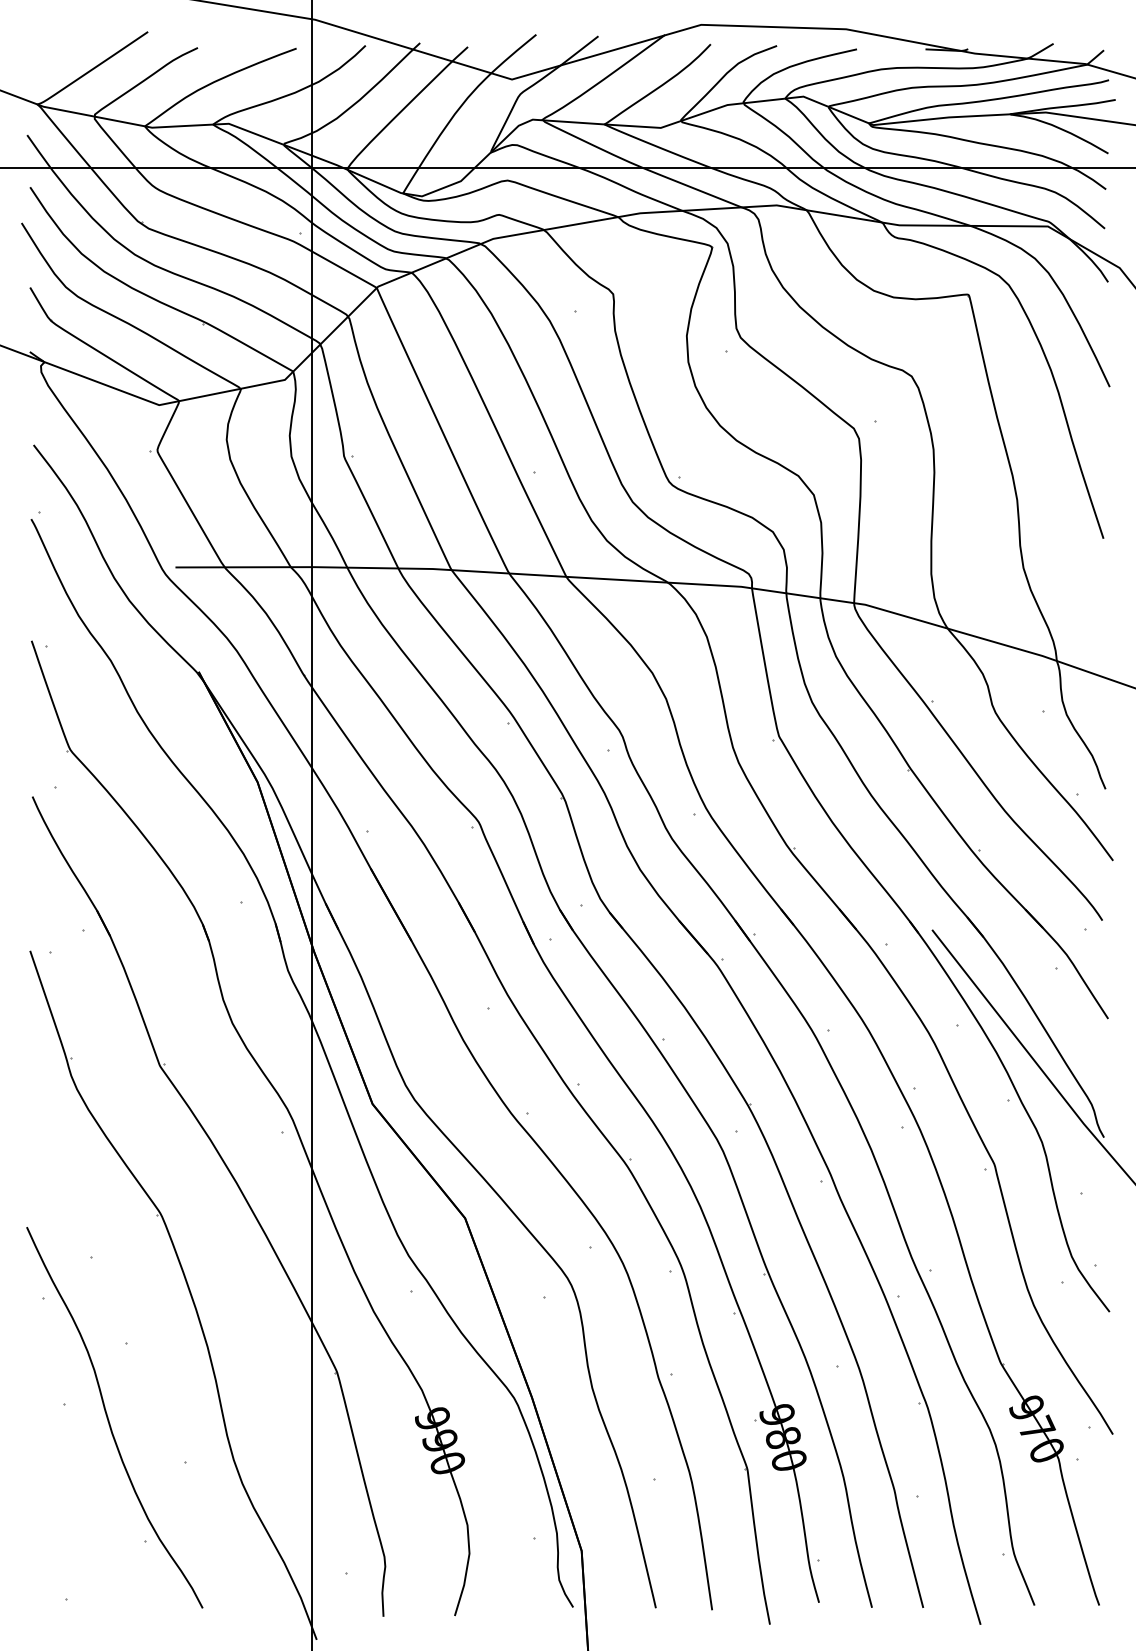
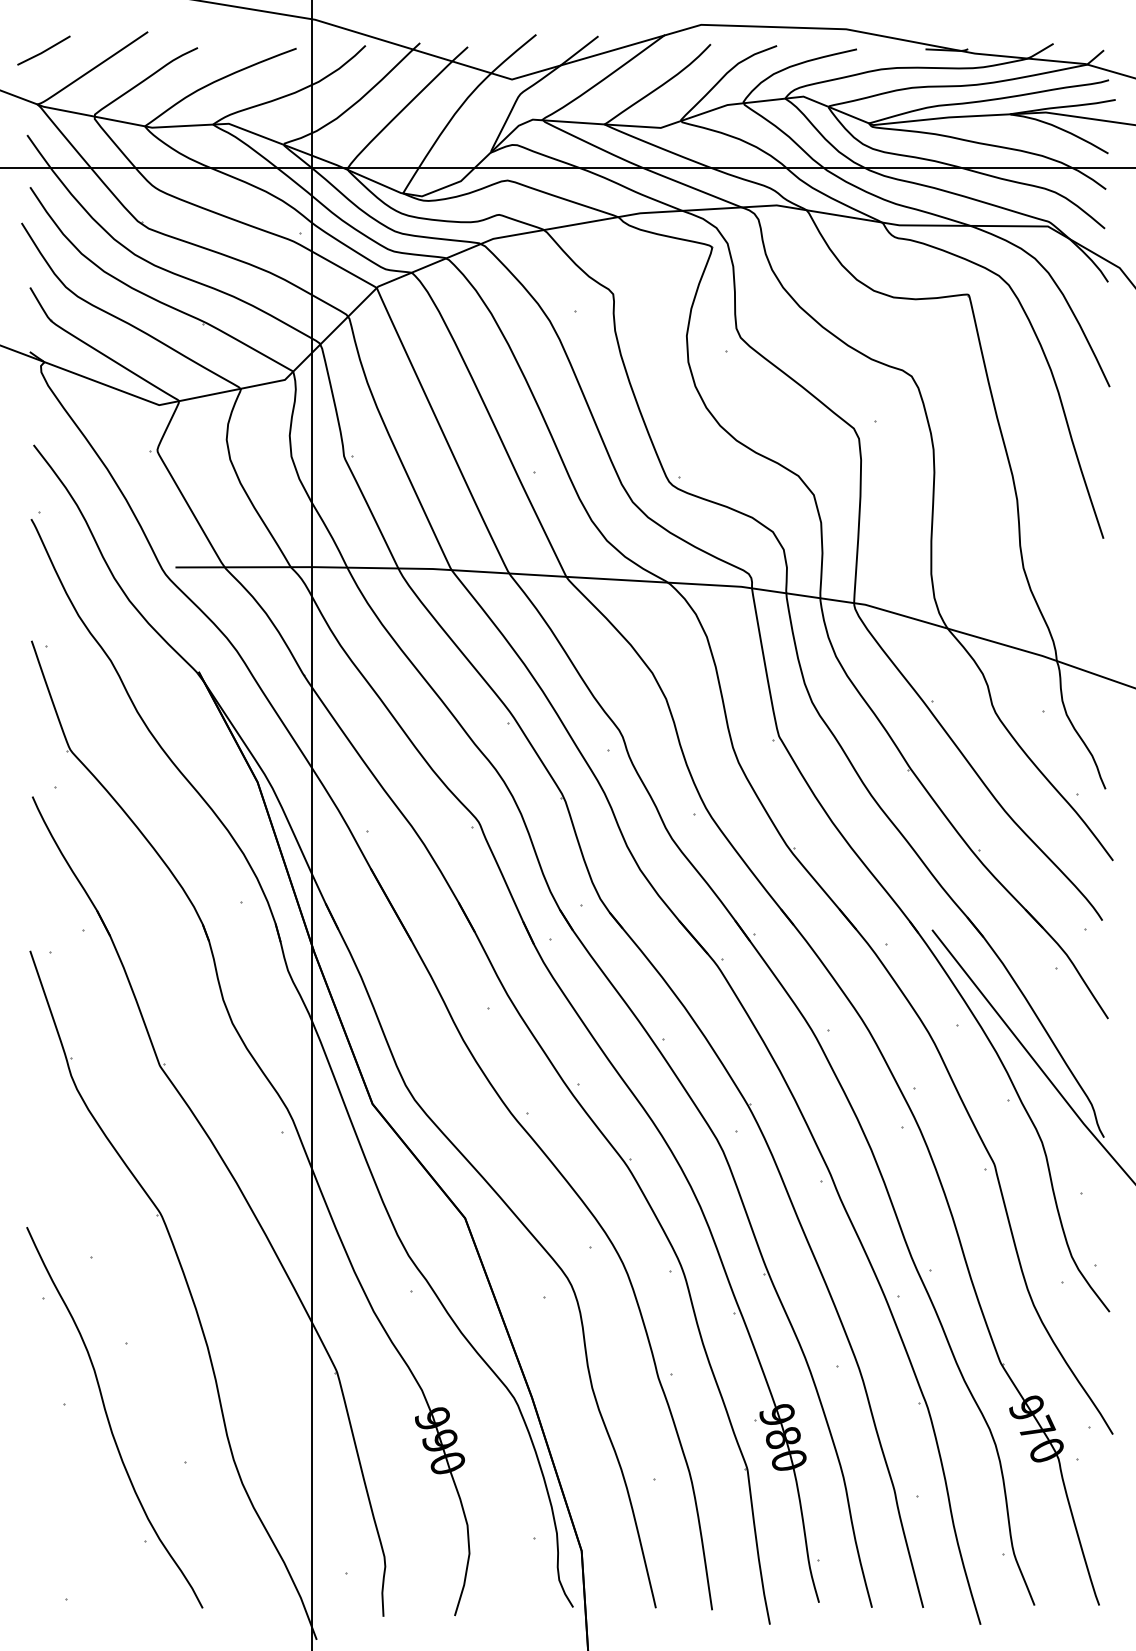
line at (43, 50): none -> present
